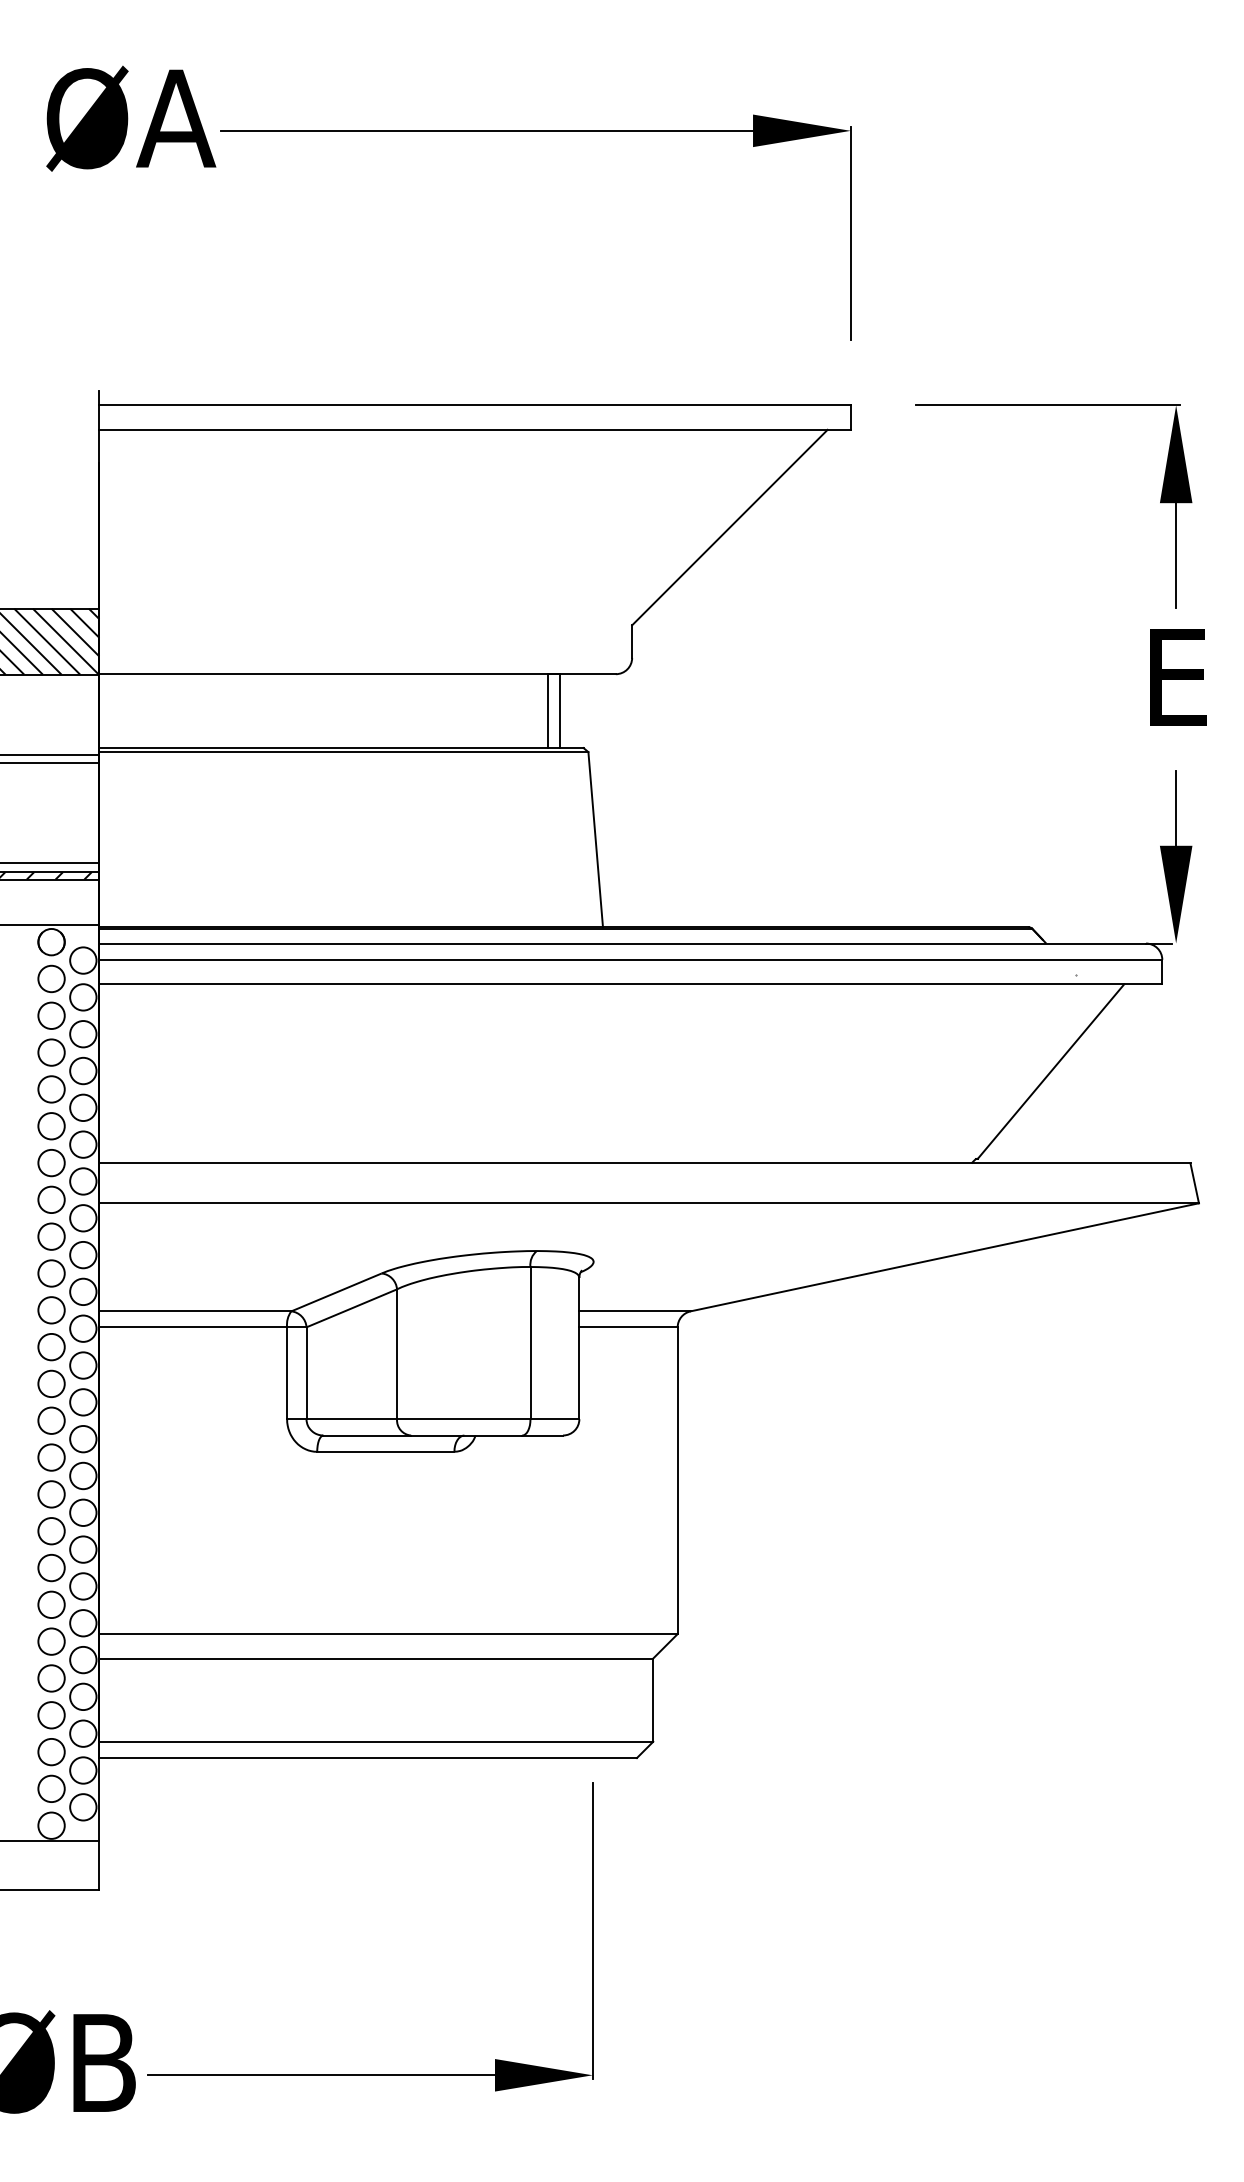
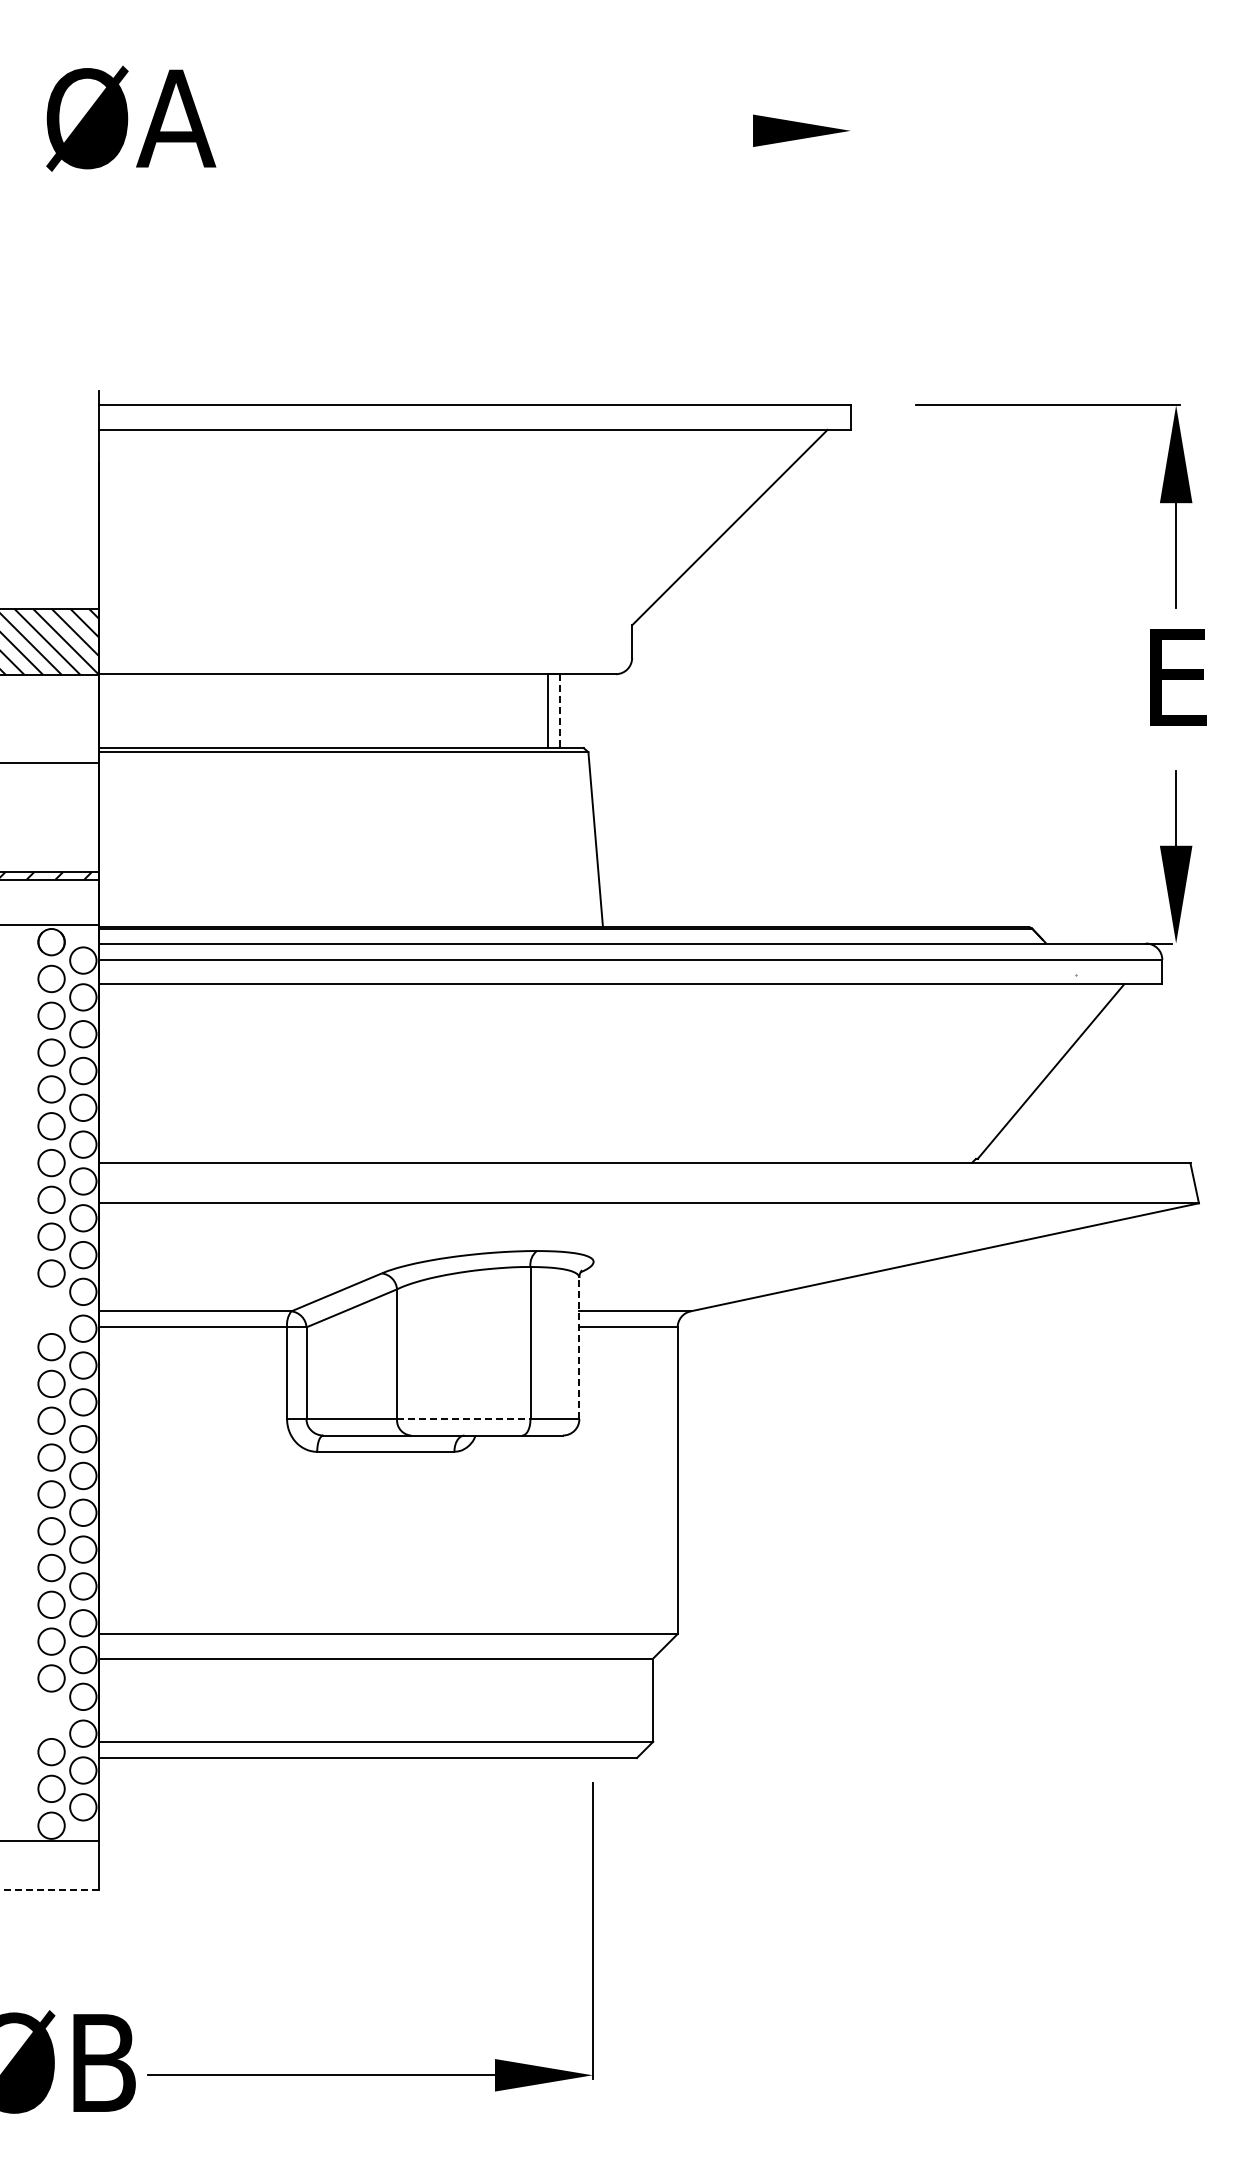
line at (486, 130): present -> none
line at (850, 233): present -> none
line at (559, 711): solid -> dashed
line at (50, 755): present -> none
line at (50, 863): present -> none
circle at (51, 1310): present -> none
line at (579, 1348): solid -> dashed
line at (463, 1419): solid -> dashed
circle at (51, 1715): present -> none
line at (50, 1890): solid -> dashed
